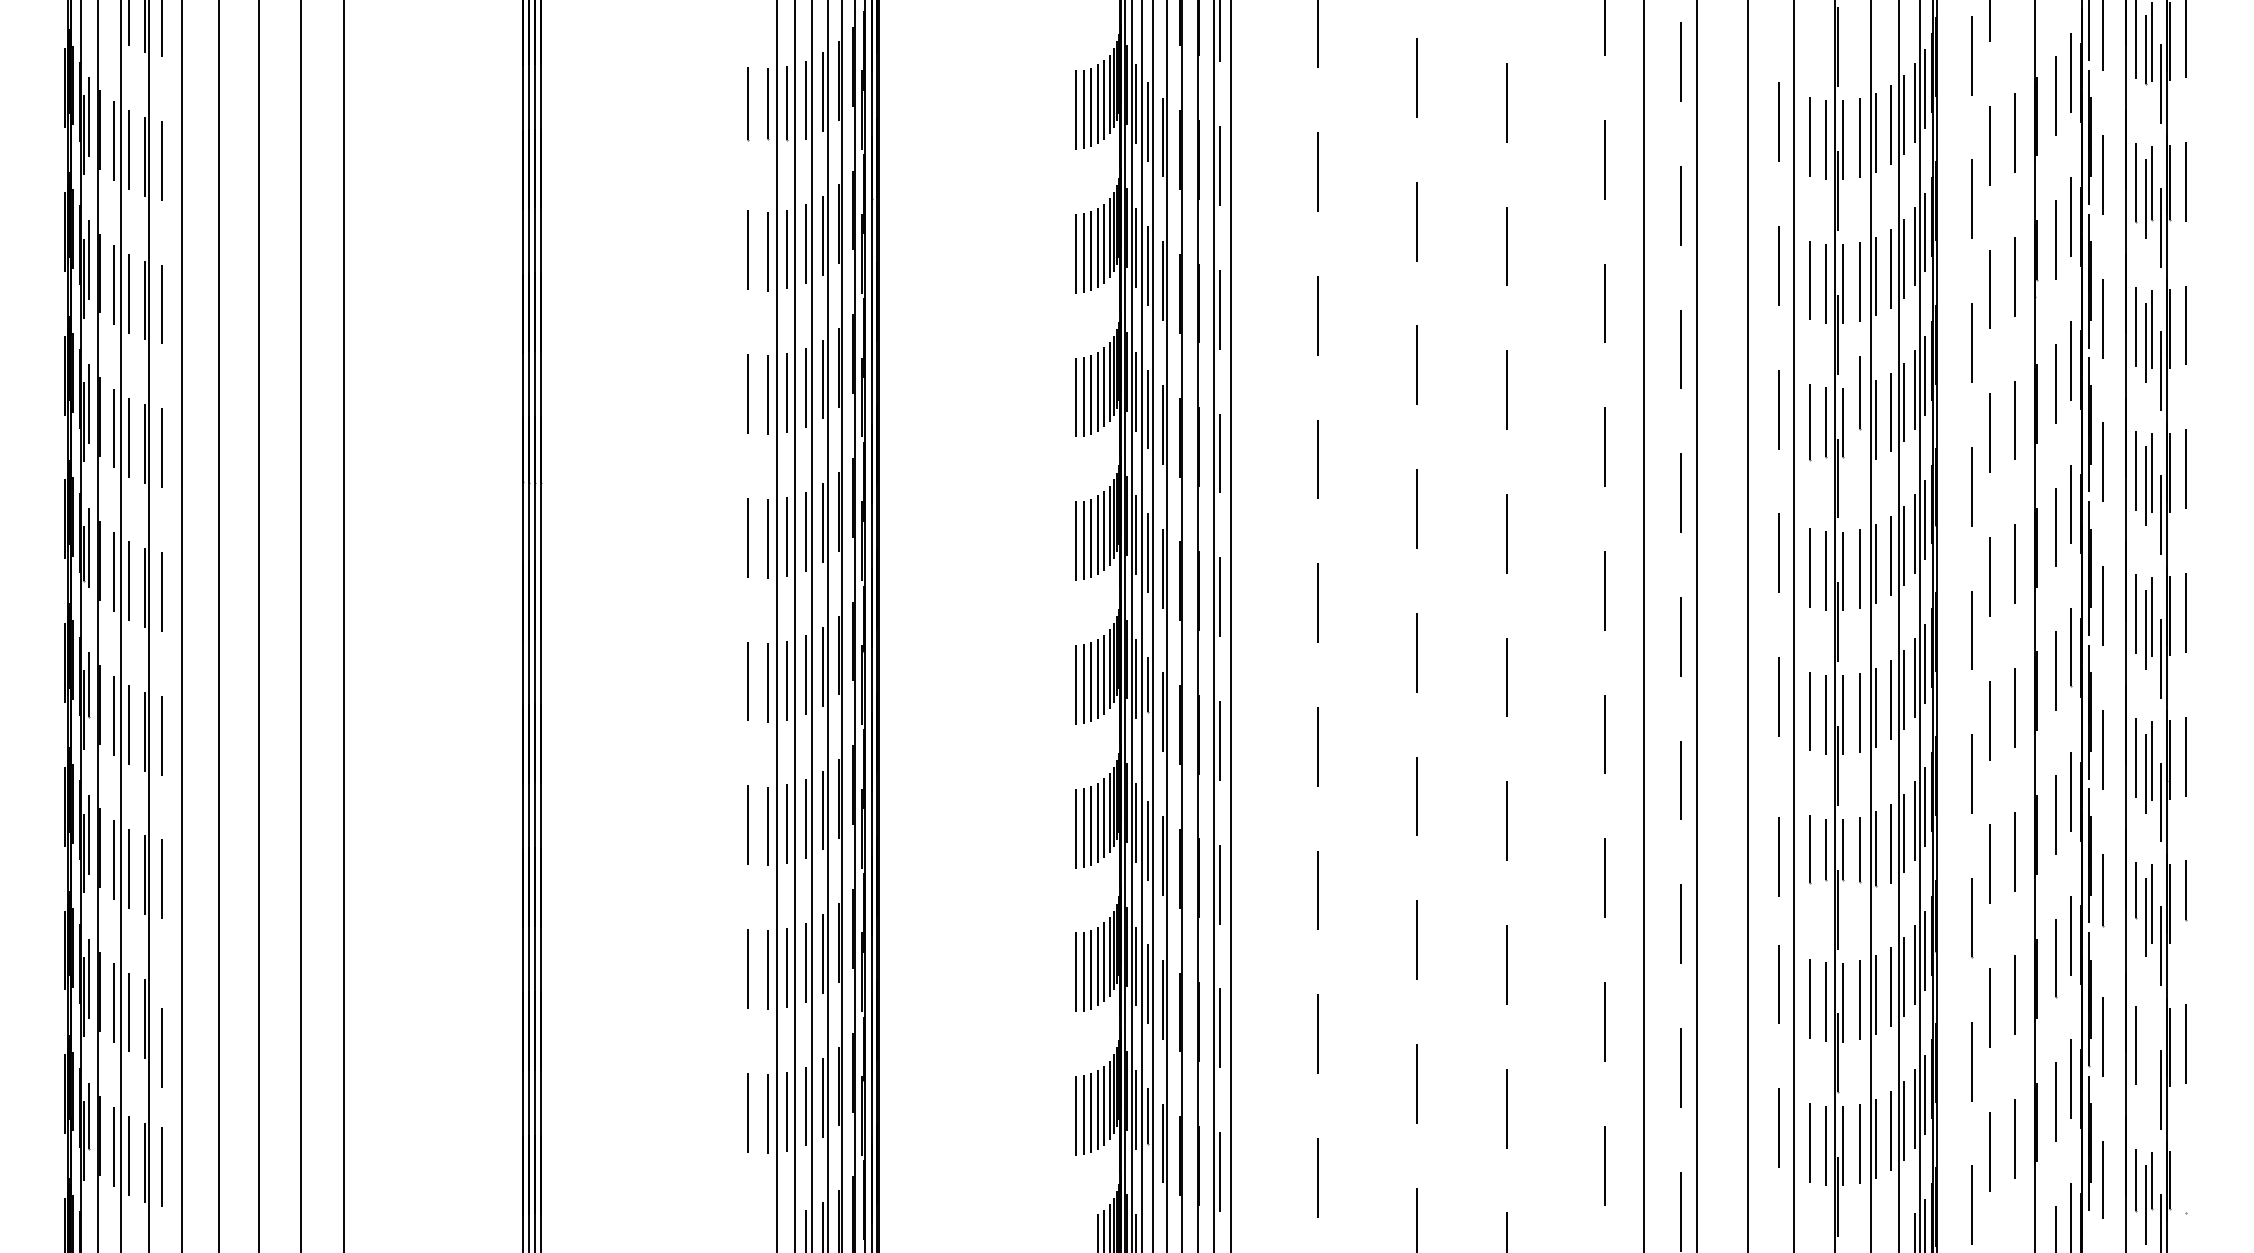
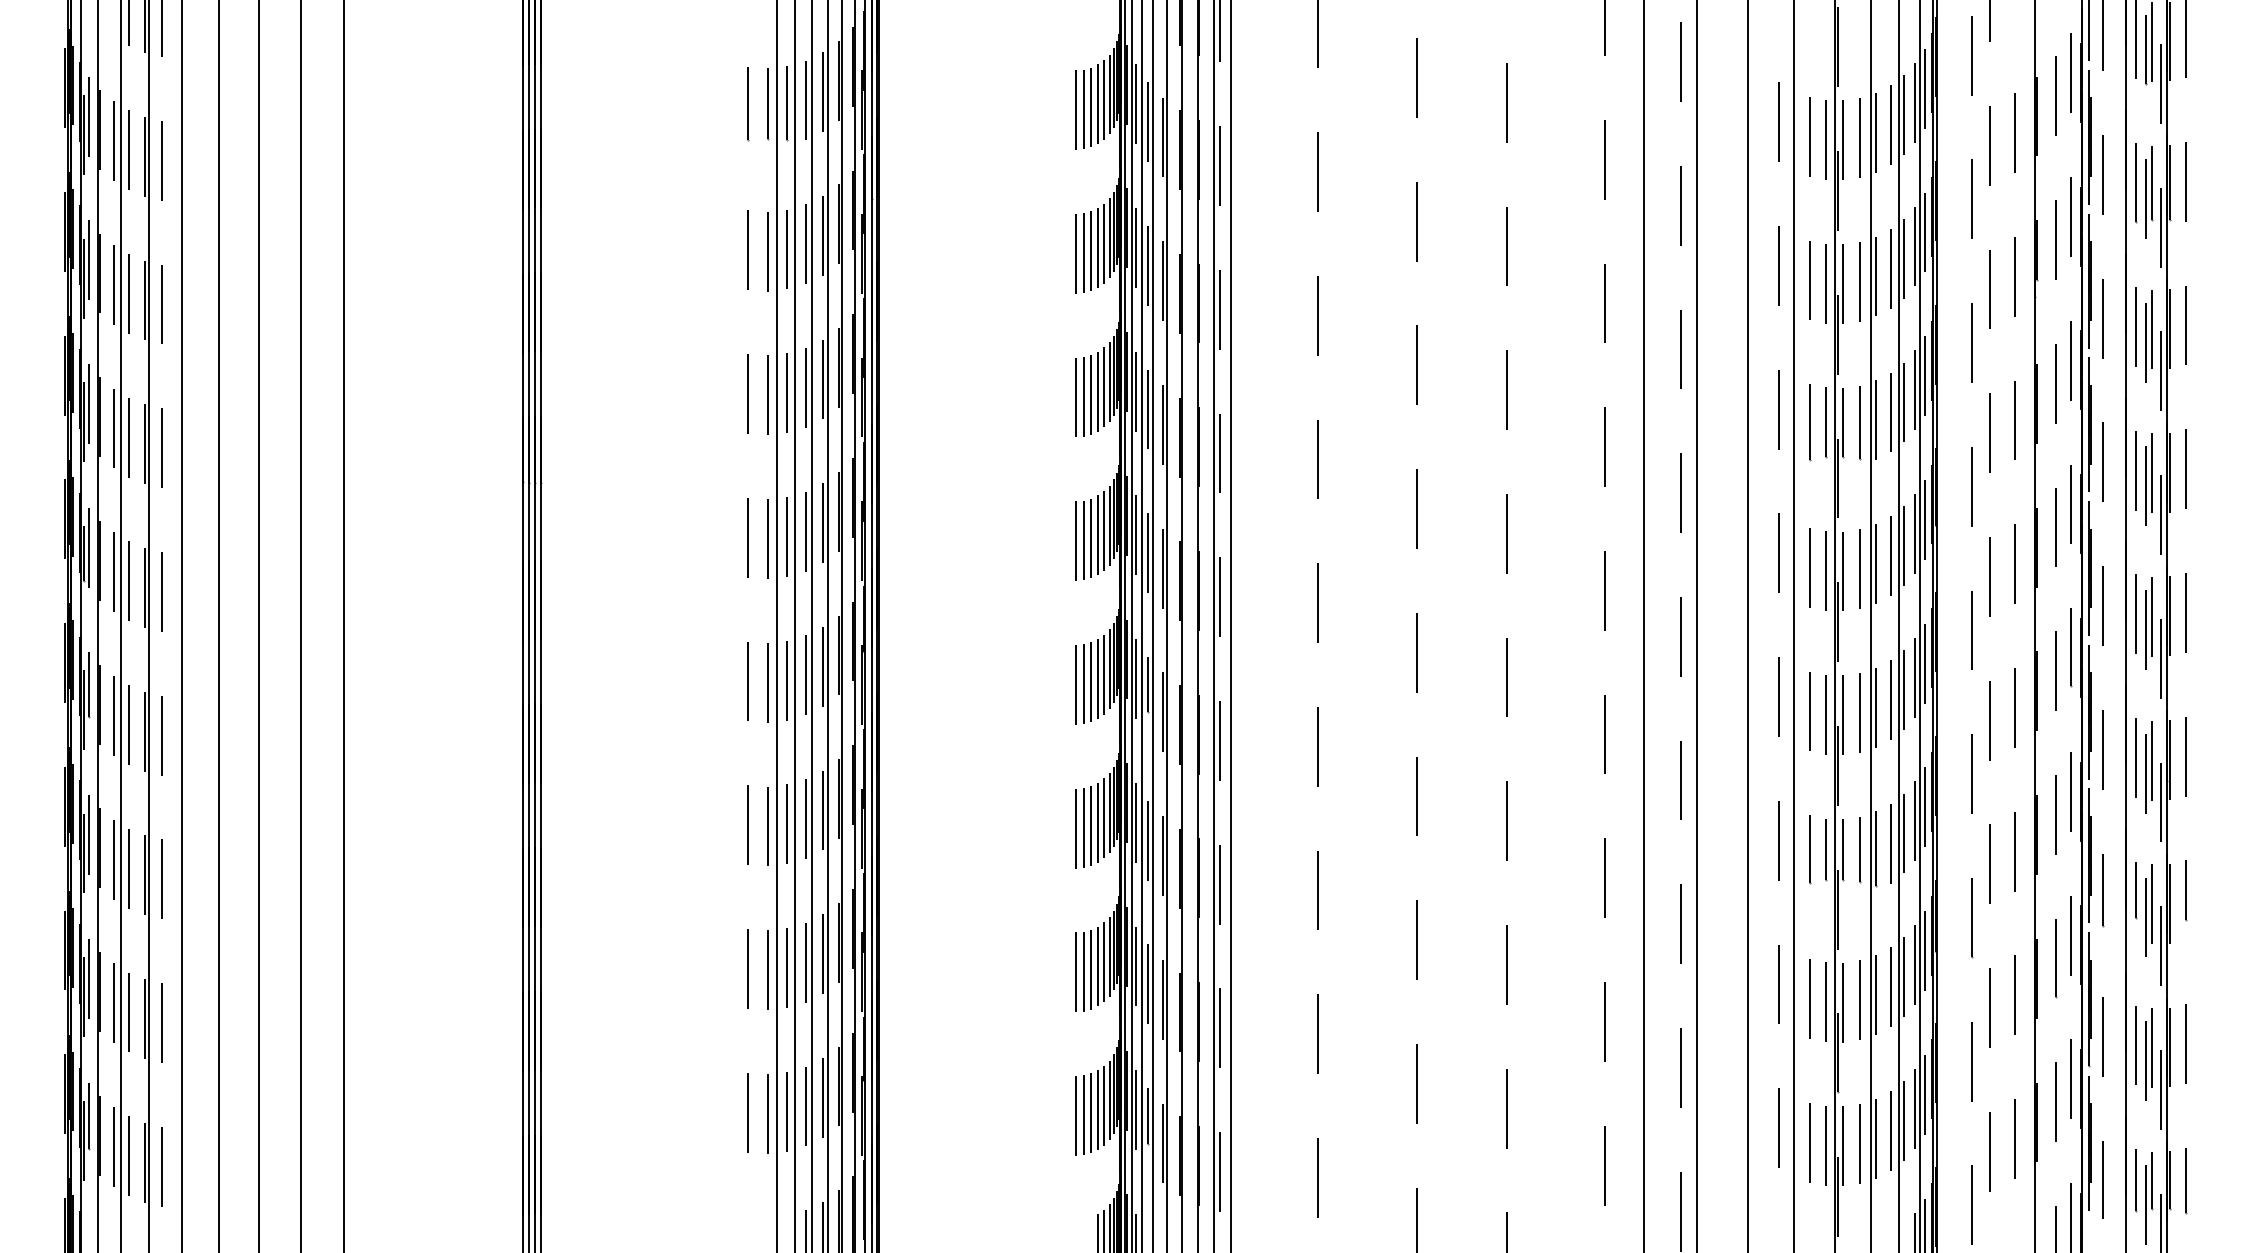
line at (1860, 393) position: (1860, 393) -> (1860, 423)
line at (1778, 856) position: (1778, 856) -> (1778, 840)
line at (161, 1047) position: (161, 1047) -> (161, 1022)
part at (2148, 1054): none -> present
line at (2186, 1179): none -> present
